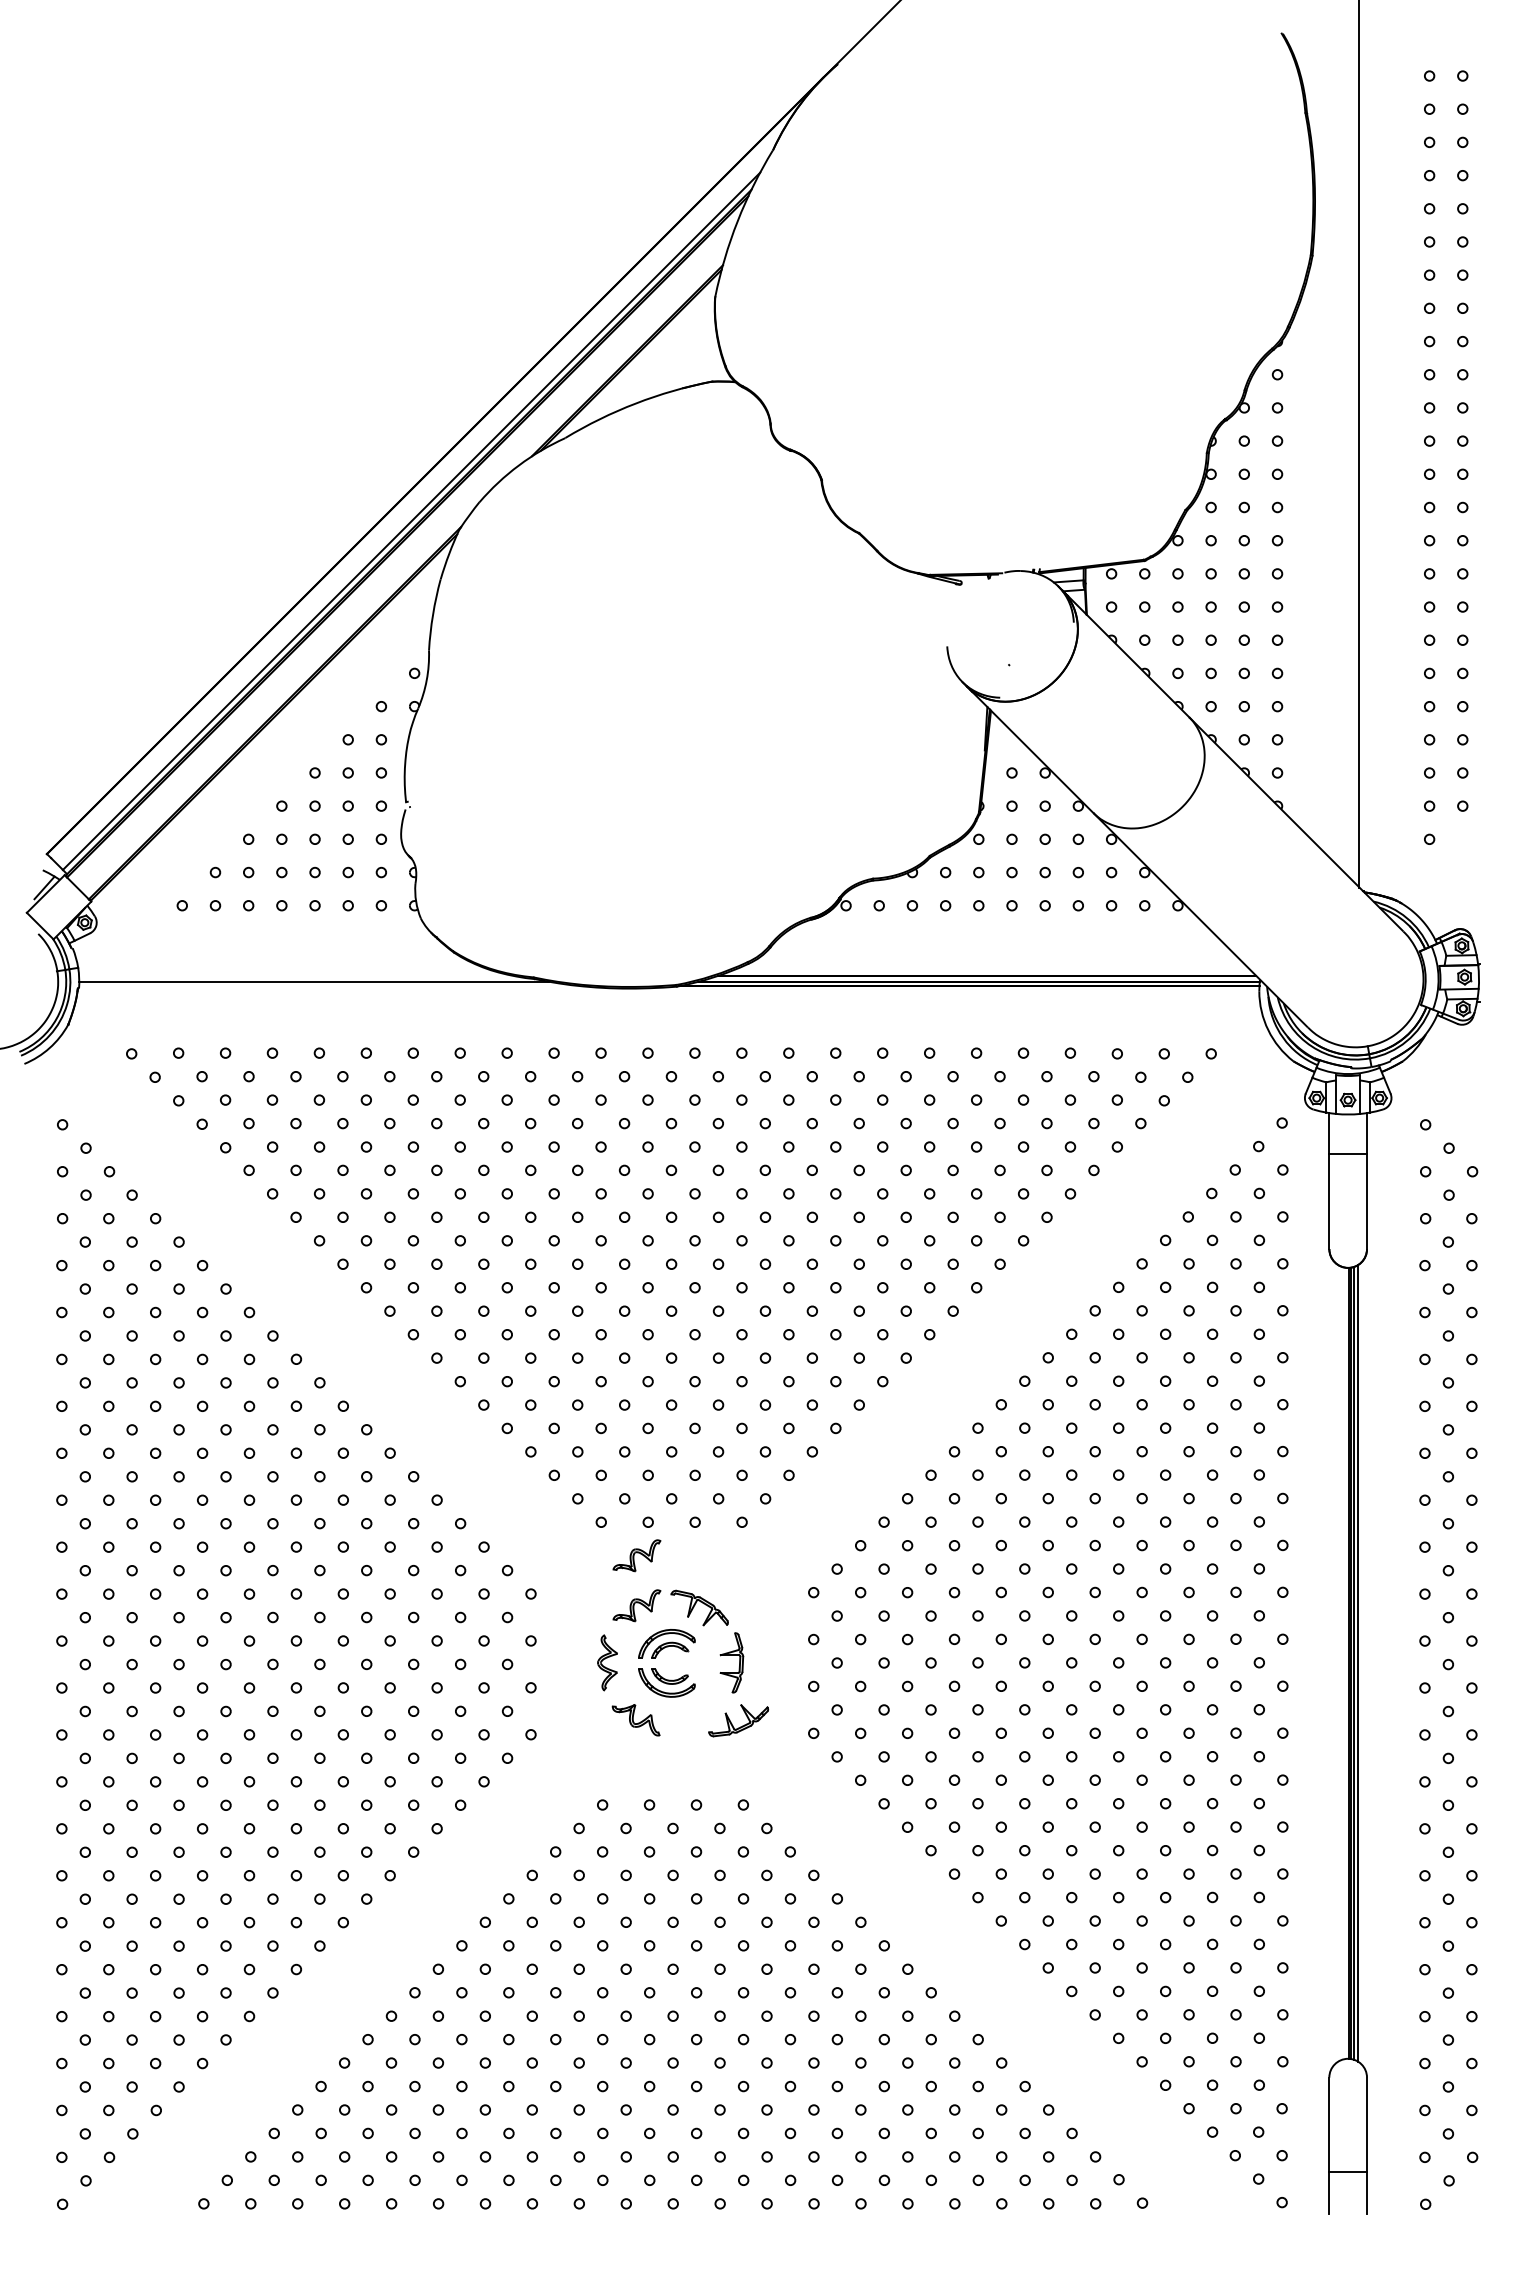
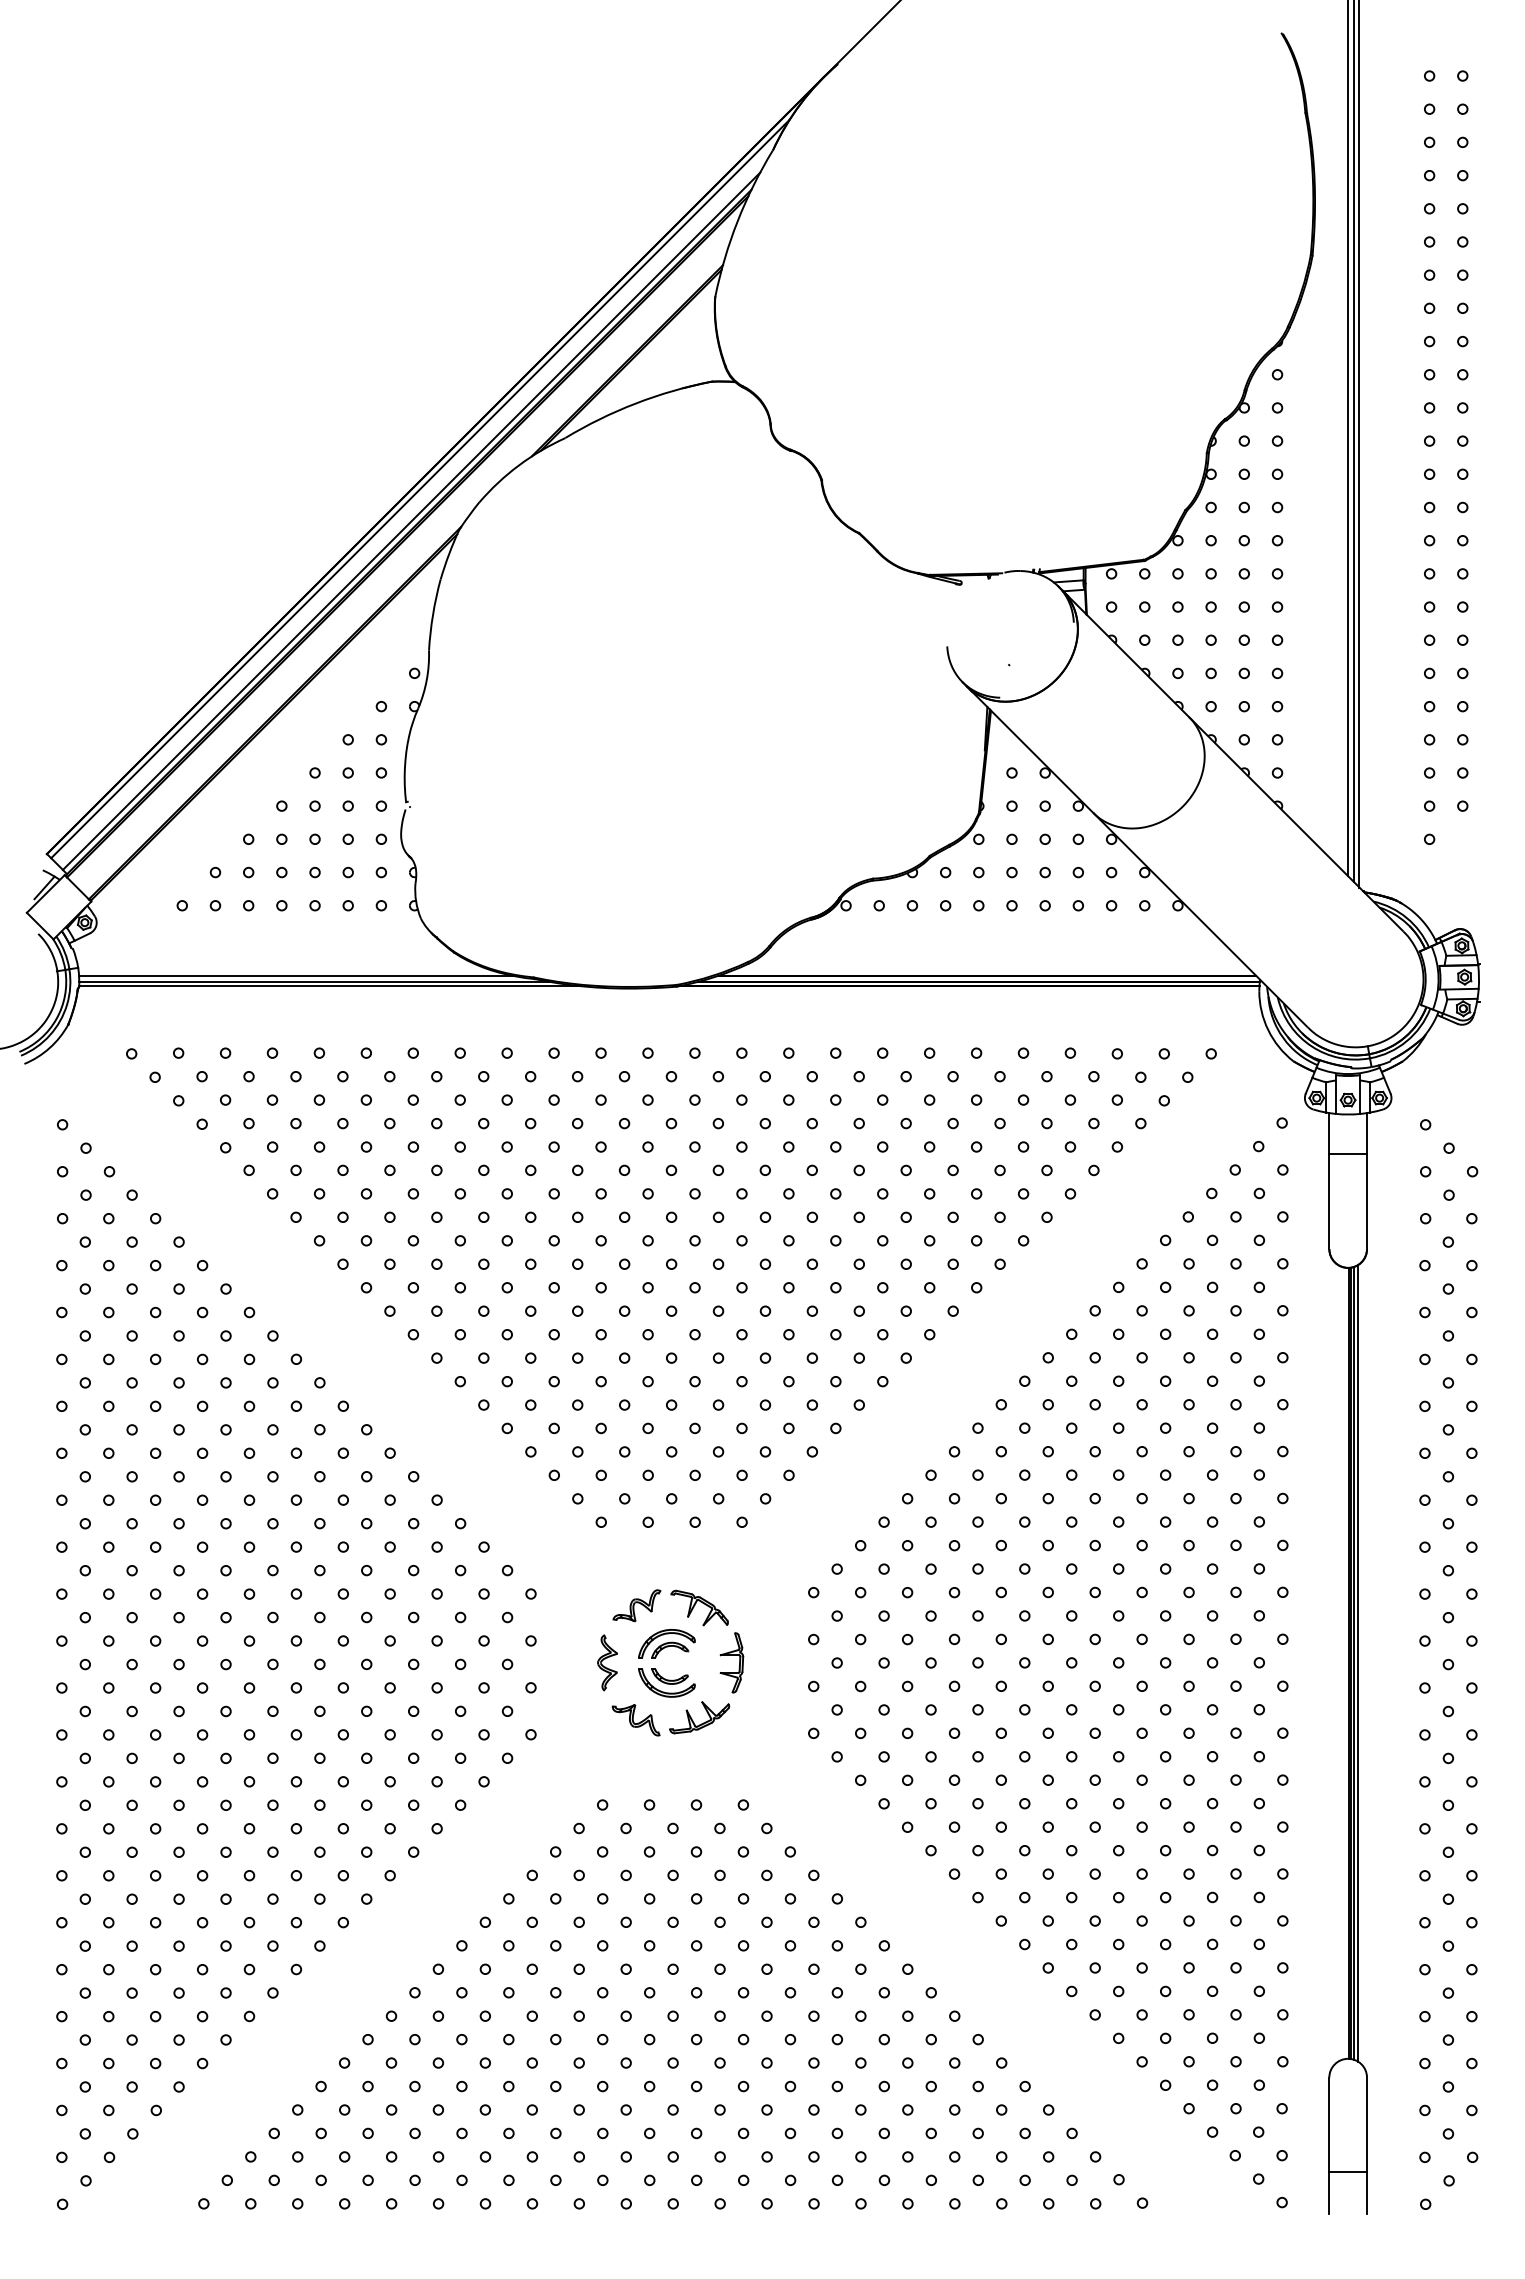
line at (1347, 438): none -> present
line at (1353, 441): none -> present
line at (420, 489): none -> present
line at (295, 975): none -> present
line at (329, 986): none -> present
part at (636, 1555): present -> none
part at (740, 1726) position: (740, 1726) -> (701, 1723)
